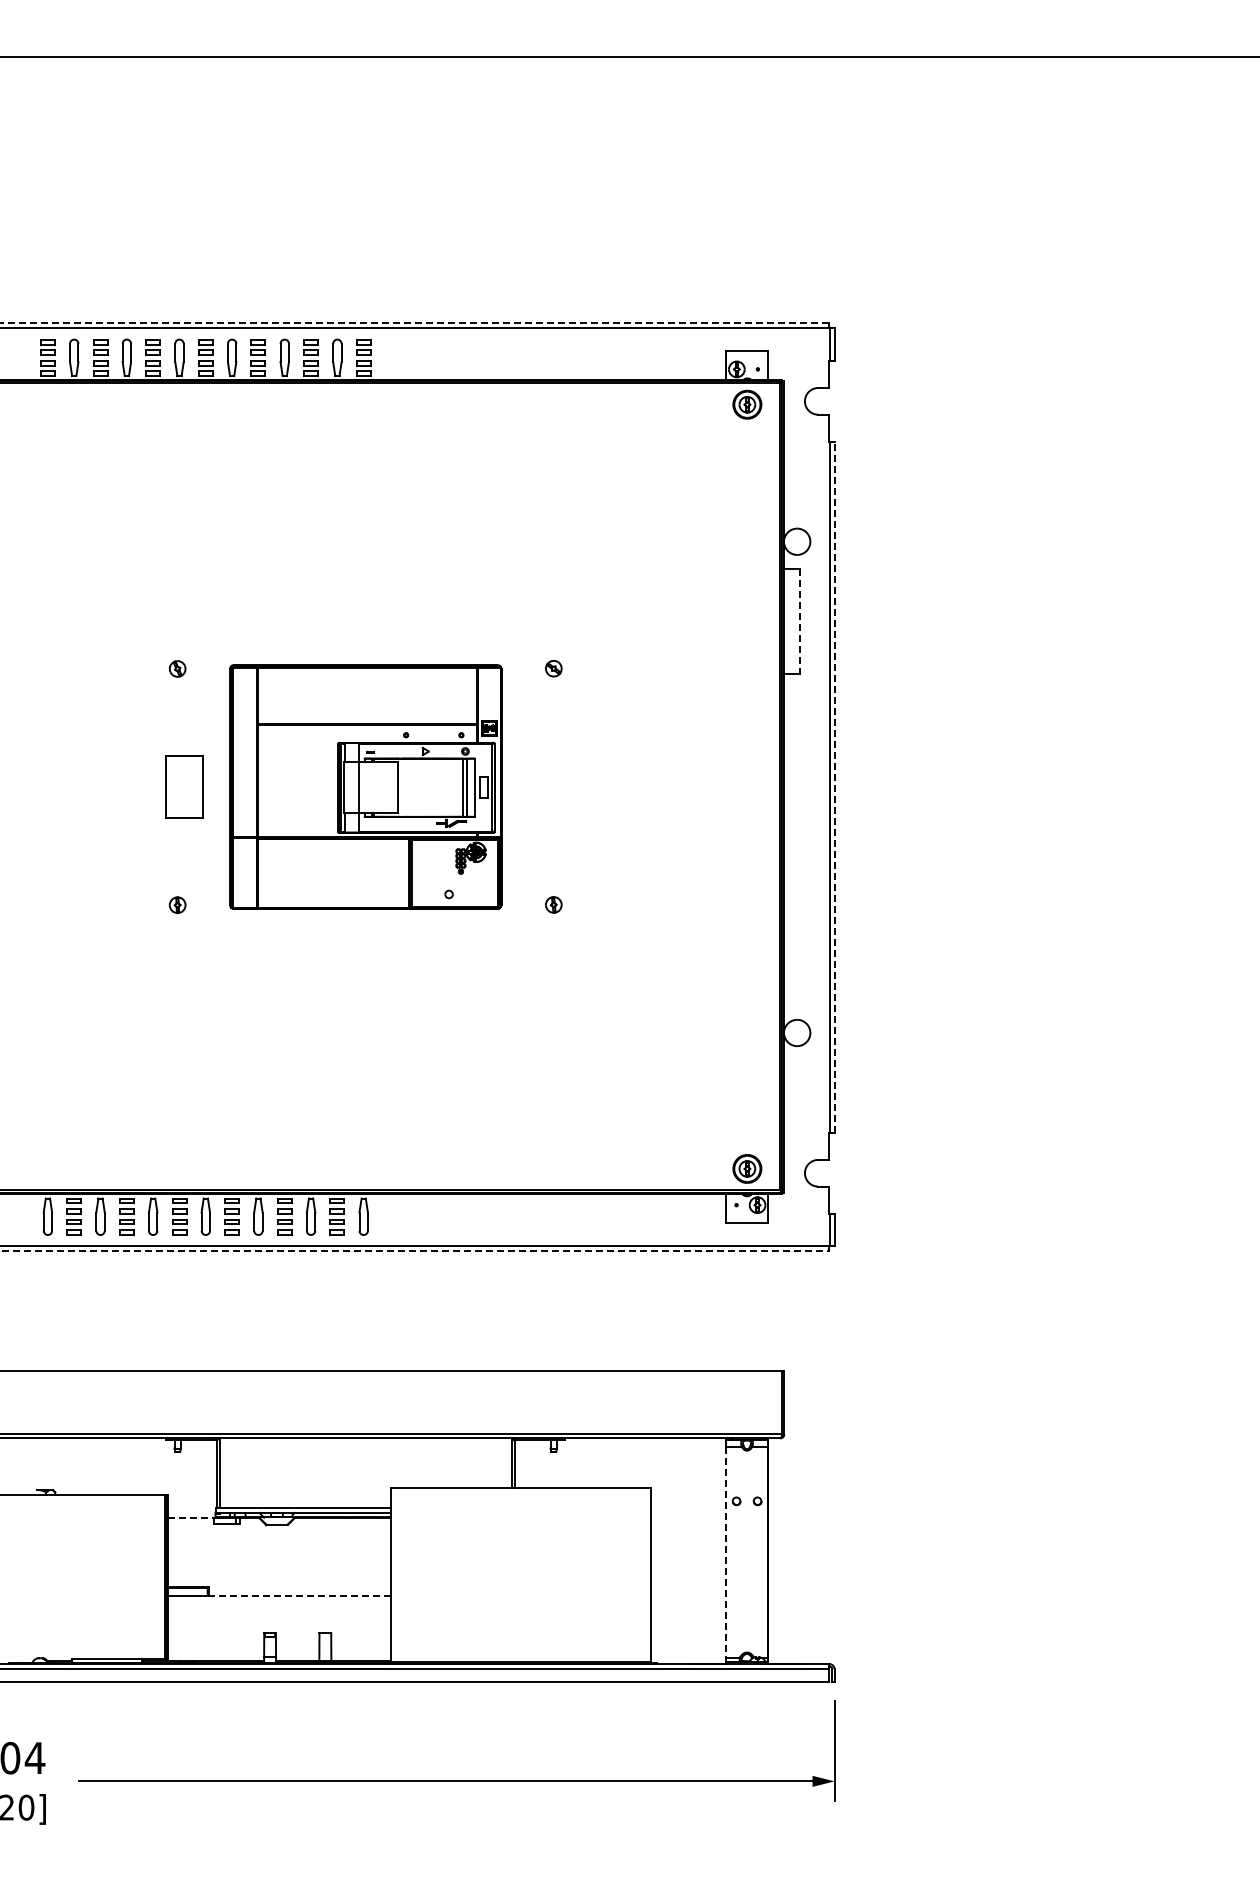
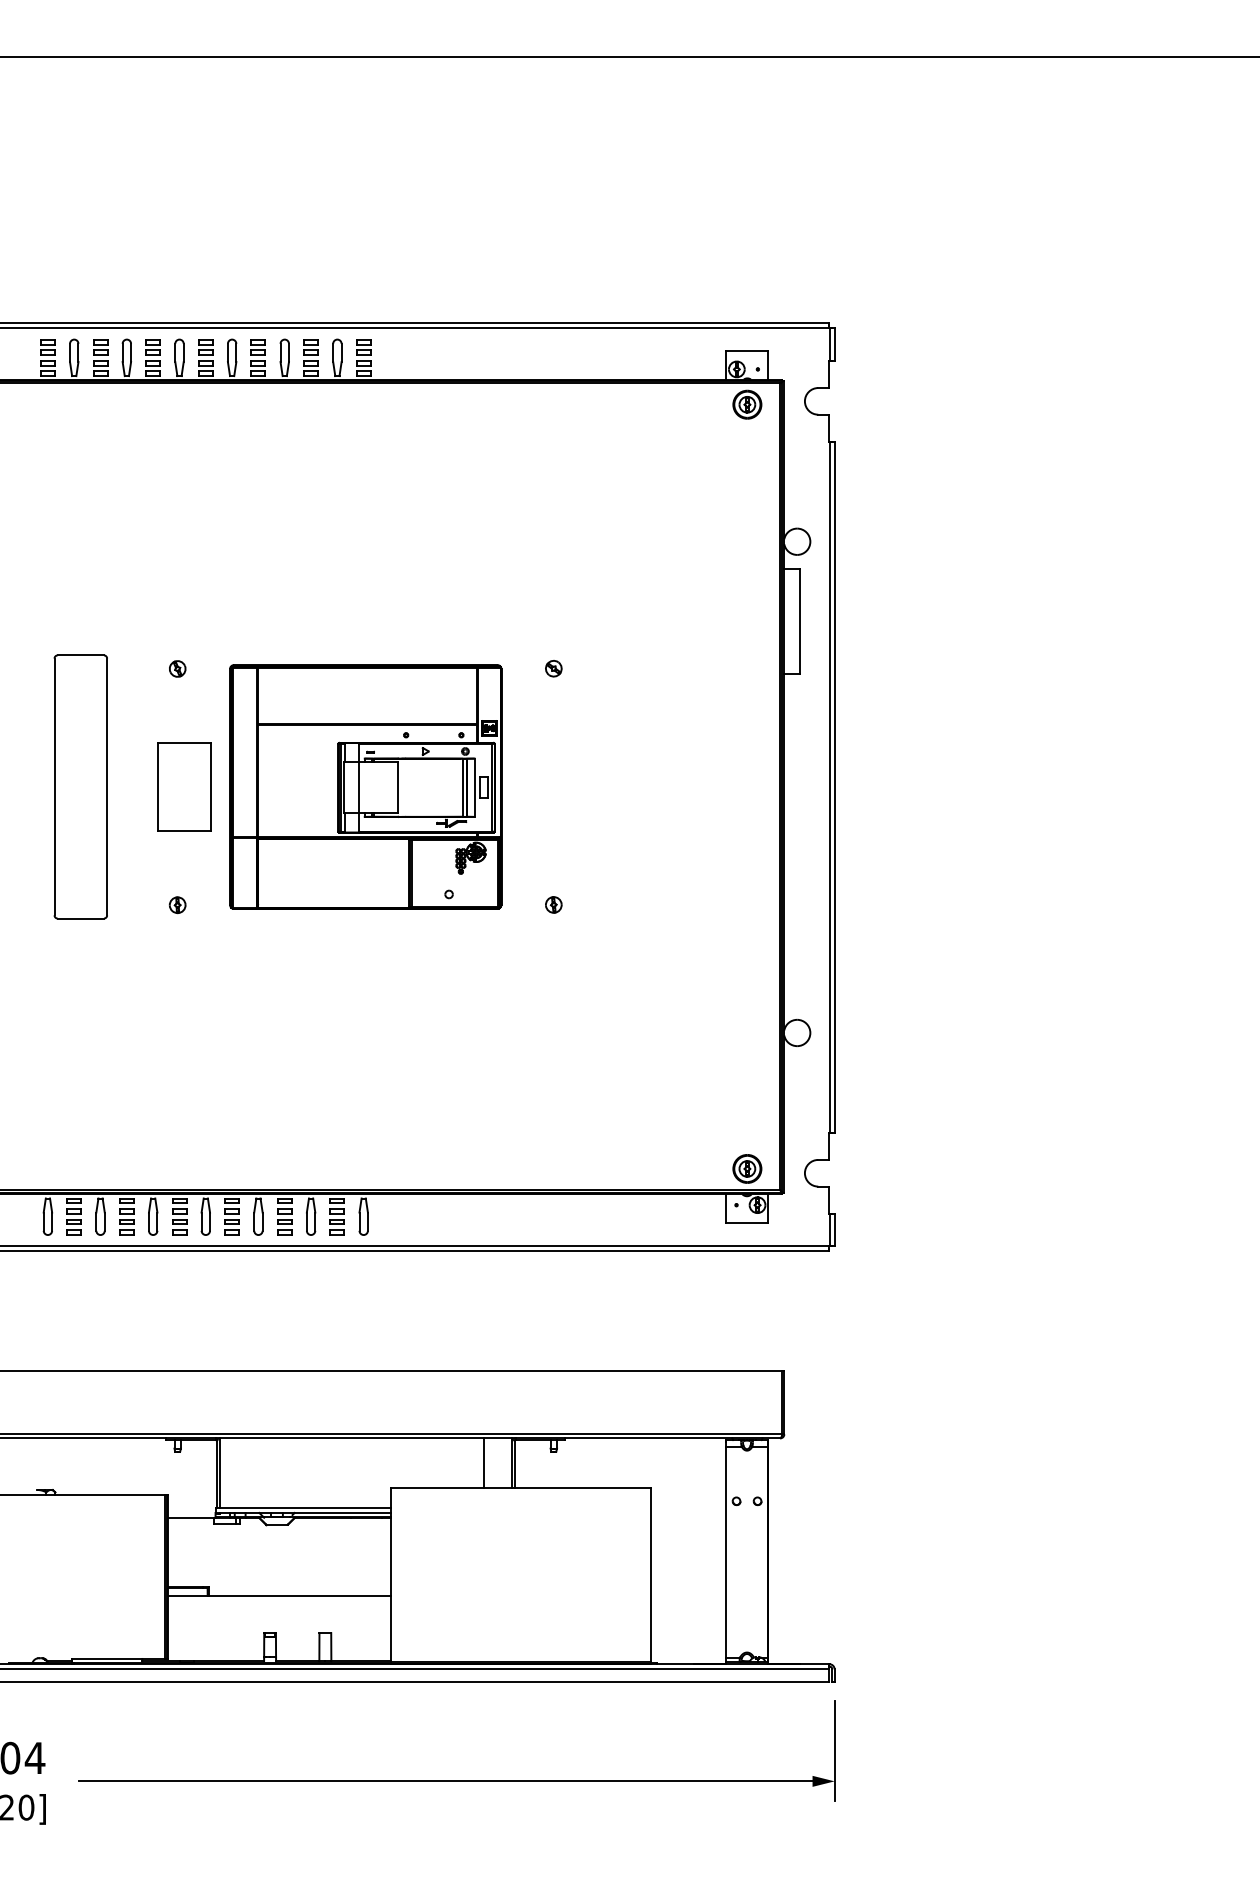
line at (414, 323): dashed -> solid
line at (799, 621): dashed -> solid
part at (80, 786): none -> present
part at (184, 786) size: 39x64 px -> 55x90 px
line at (834, 786): dashed -> solid
line at (414, 1251): dashed -> solid
line at (483, 1463): none -> present
line at (191, 1517): dashed -> solid
line at (725, 1552): dashed -> solid
line at (299, 1595): dashed -> solid
